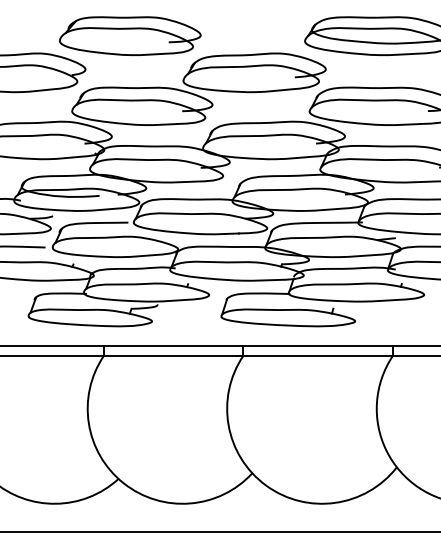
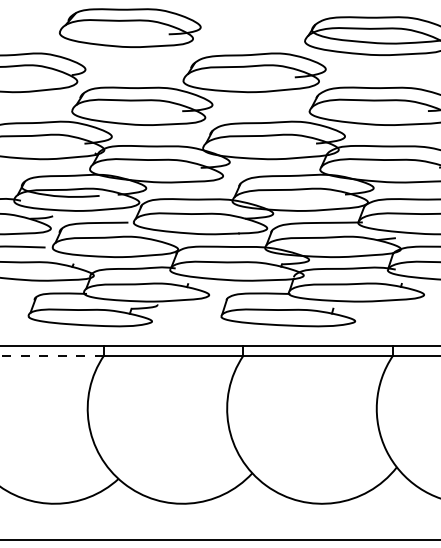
part at (130, 35) position: (130, 35) -> (130, 27)
line at (52, 355): solid -> dashed
line at (219, 531) position: (219, 531) -> (219, 539)
